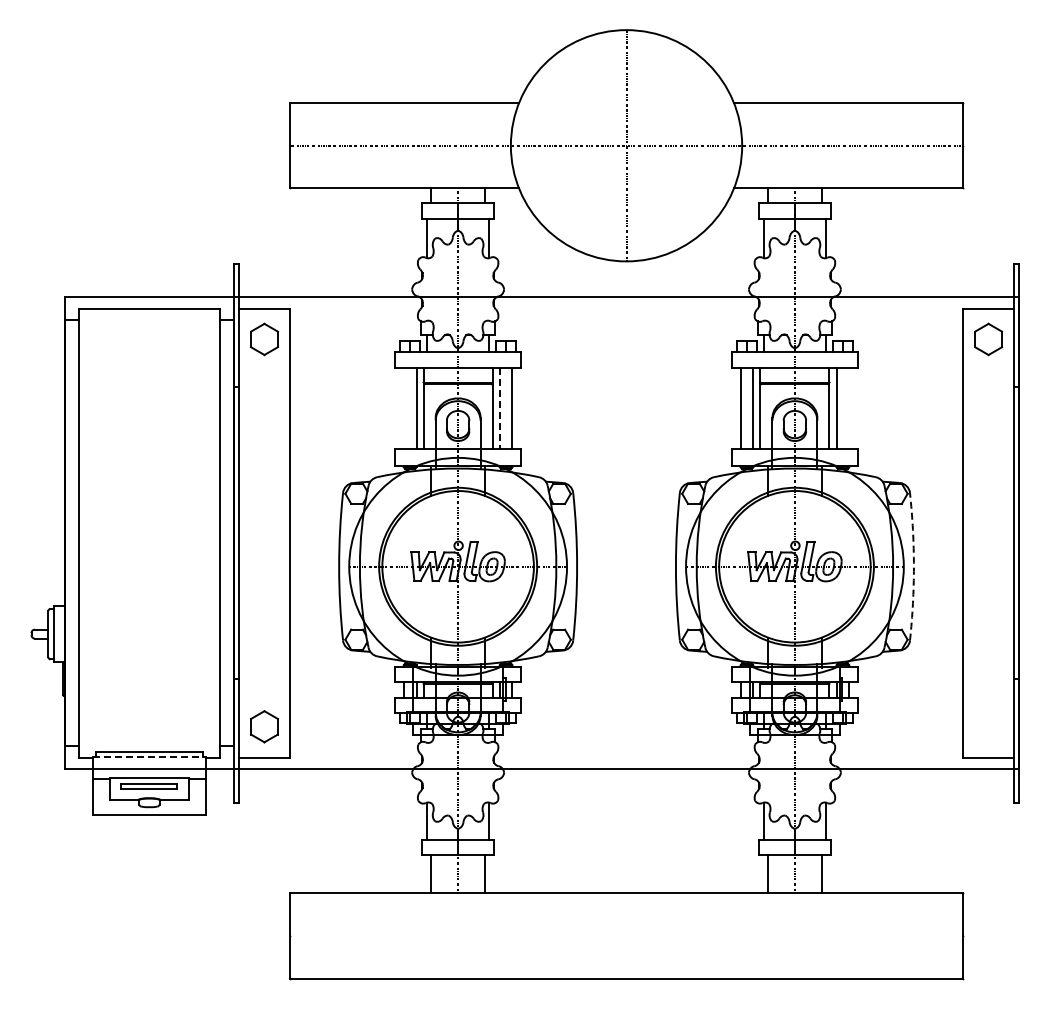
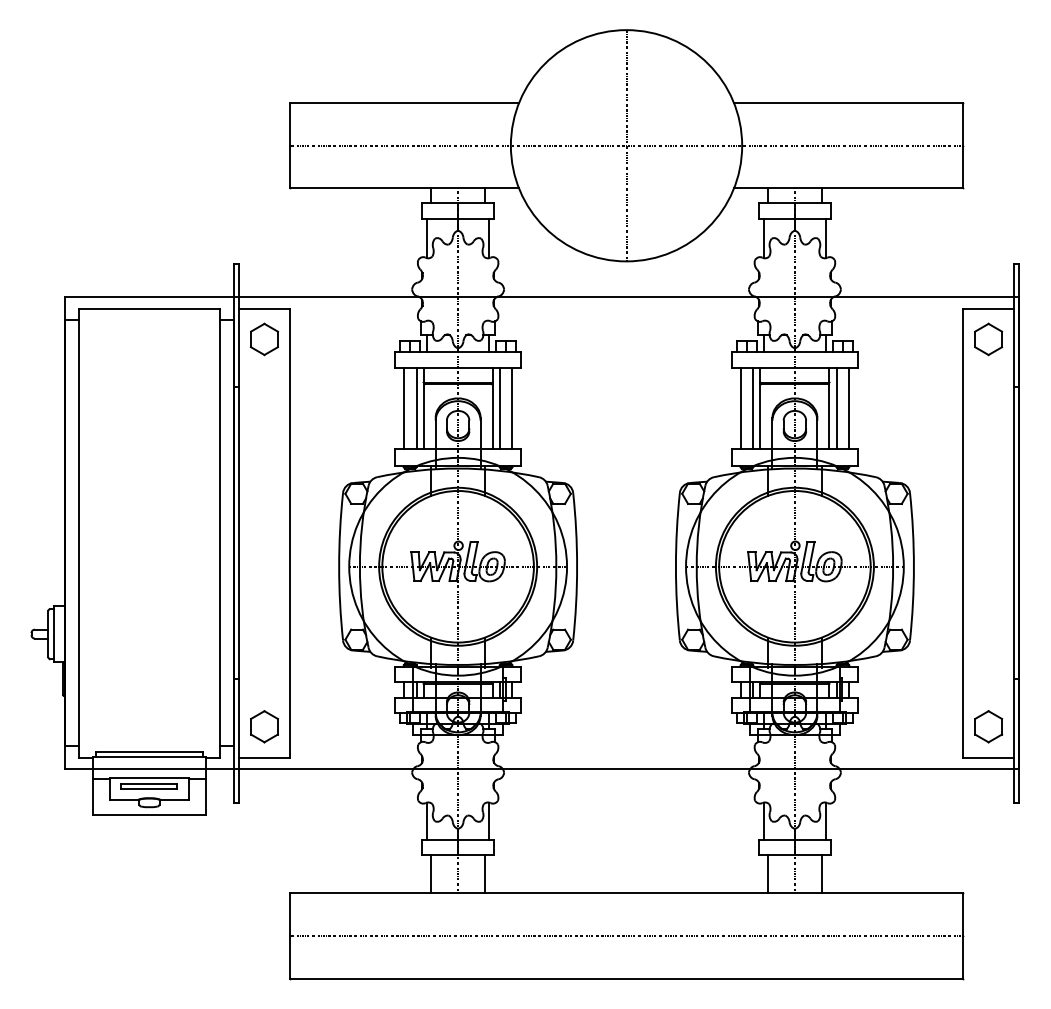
line at (403, 408): none -> present
line at (499, 408): dashed -> solid
line at (849, 408): none -> present
arc at (913, 566): dashed -> solid
part at (988, 726): none -> present
line at (149, 756): dashed -> solid
line at (626, 936): none -> present
